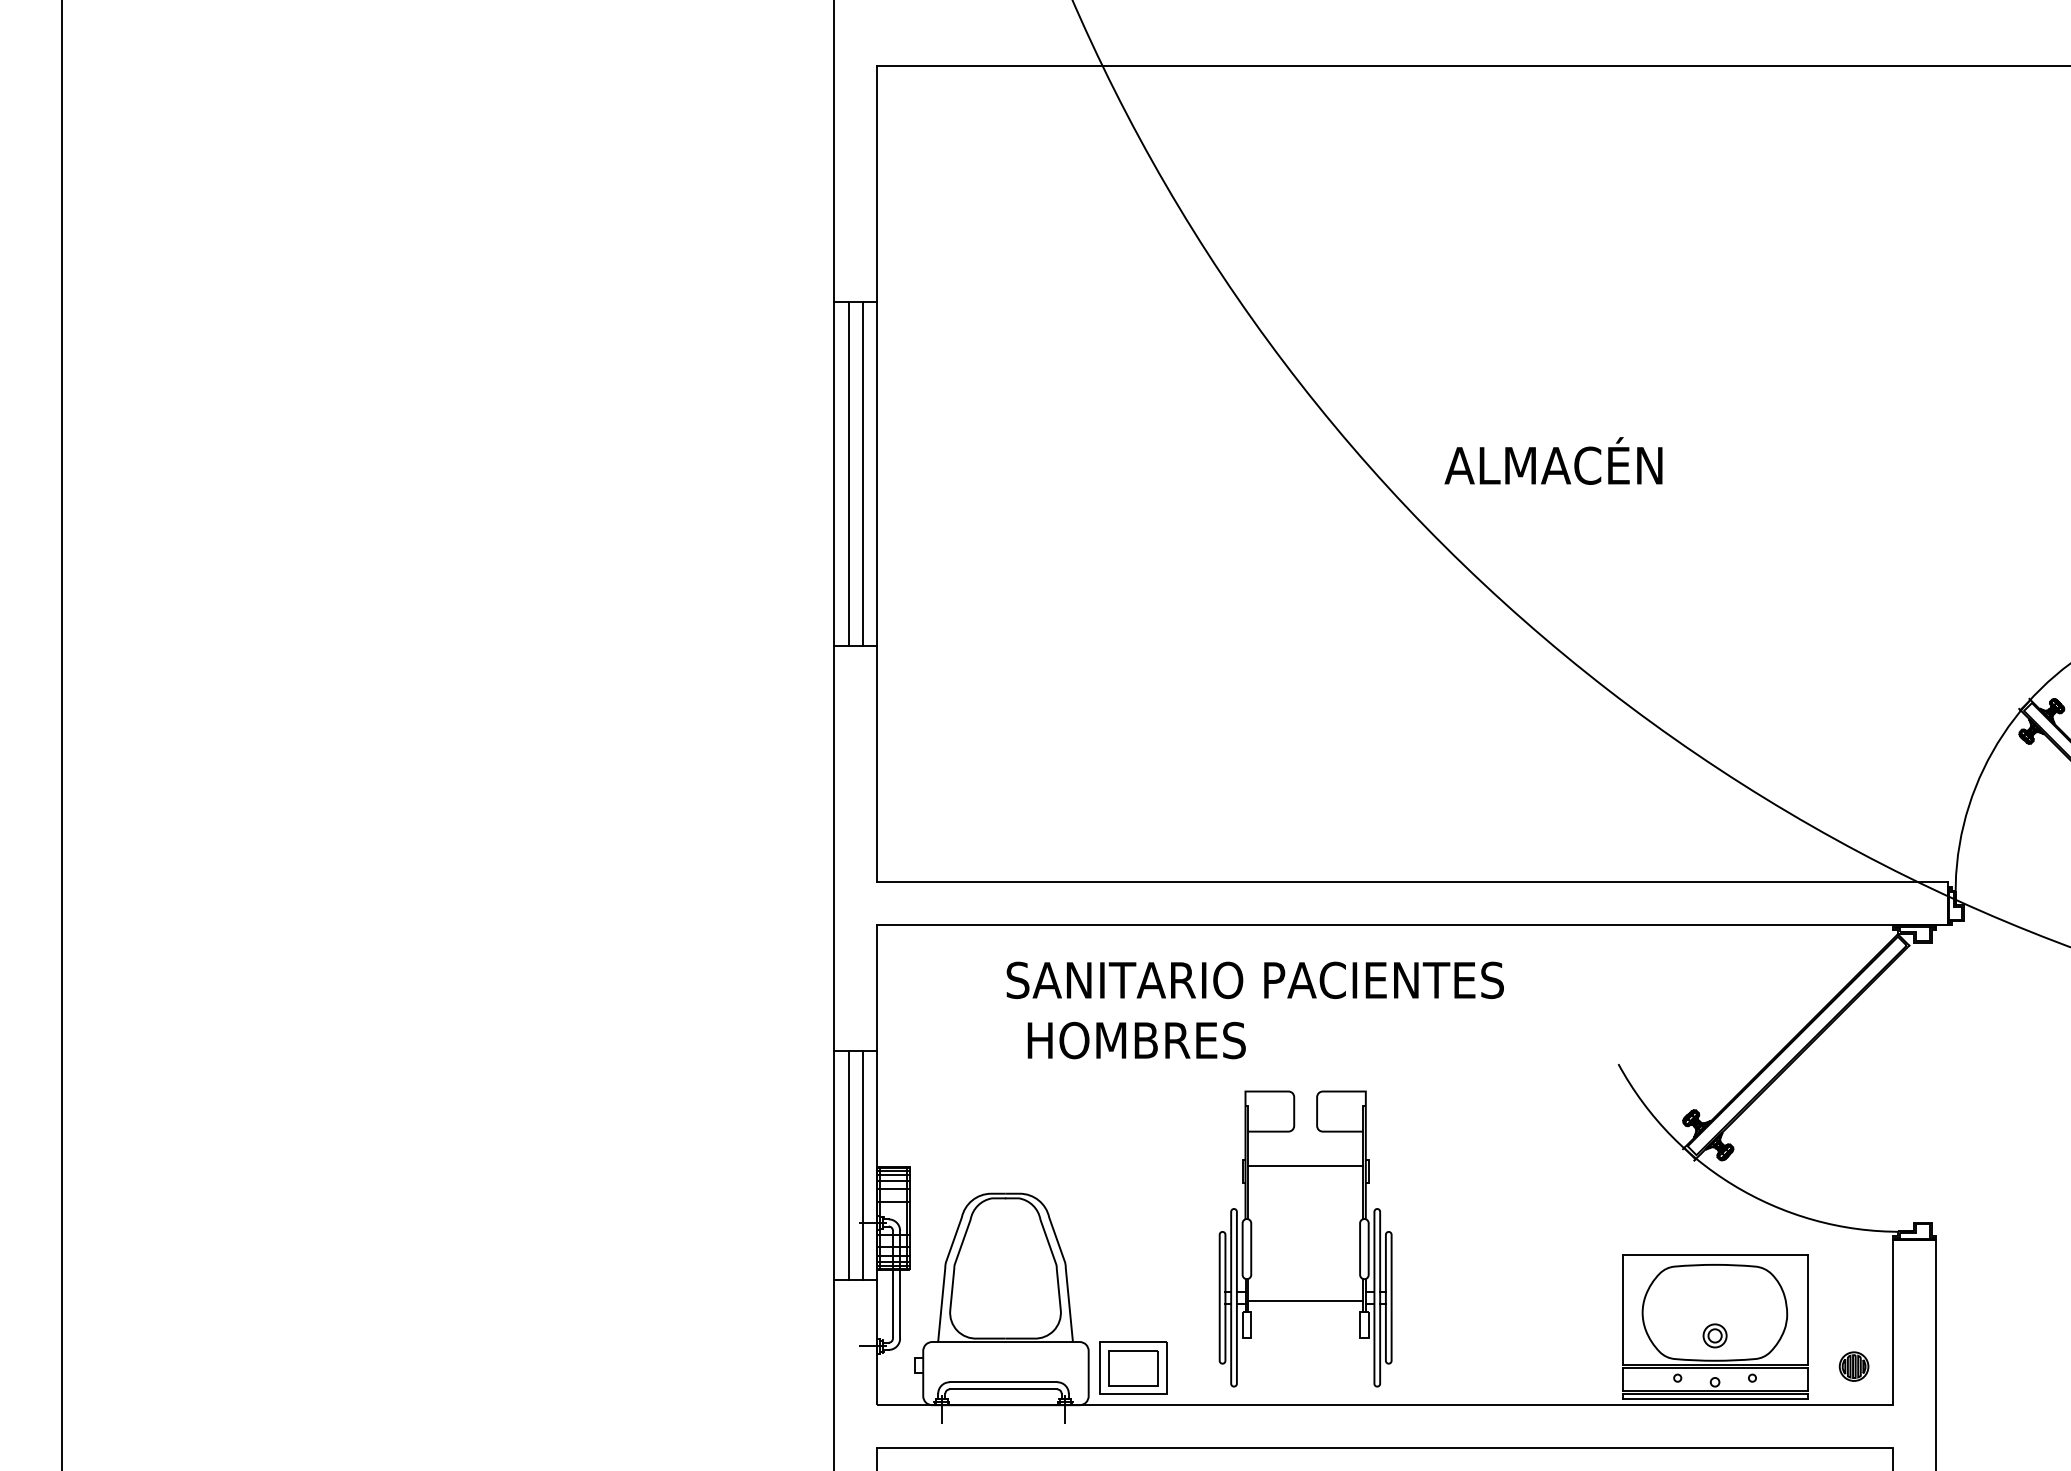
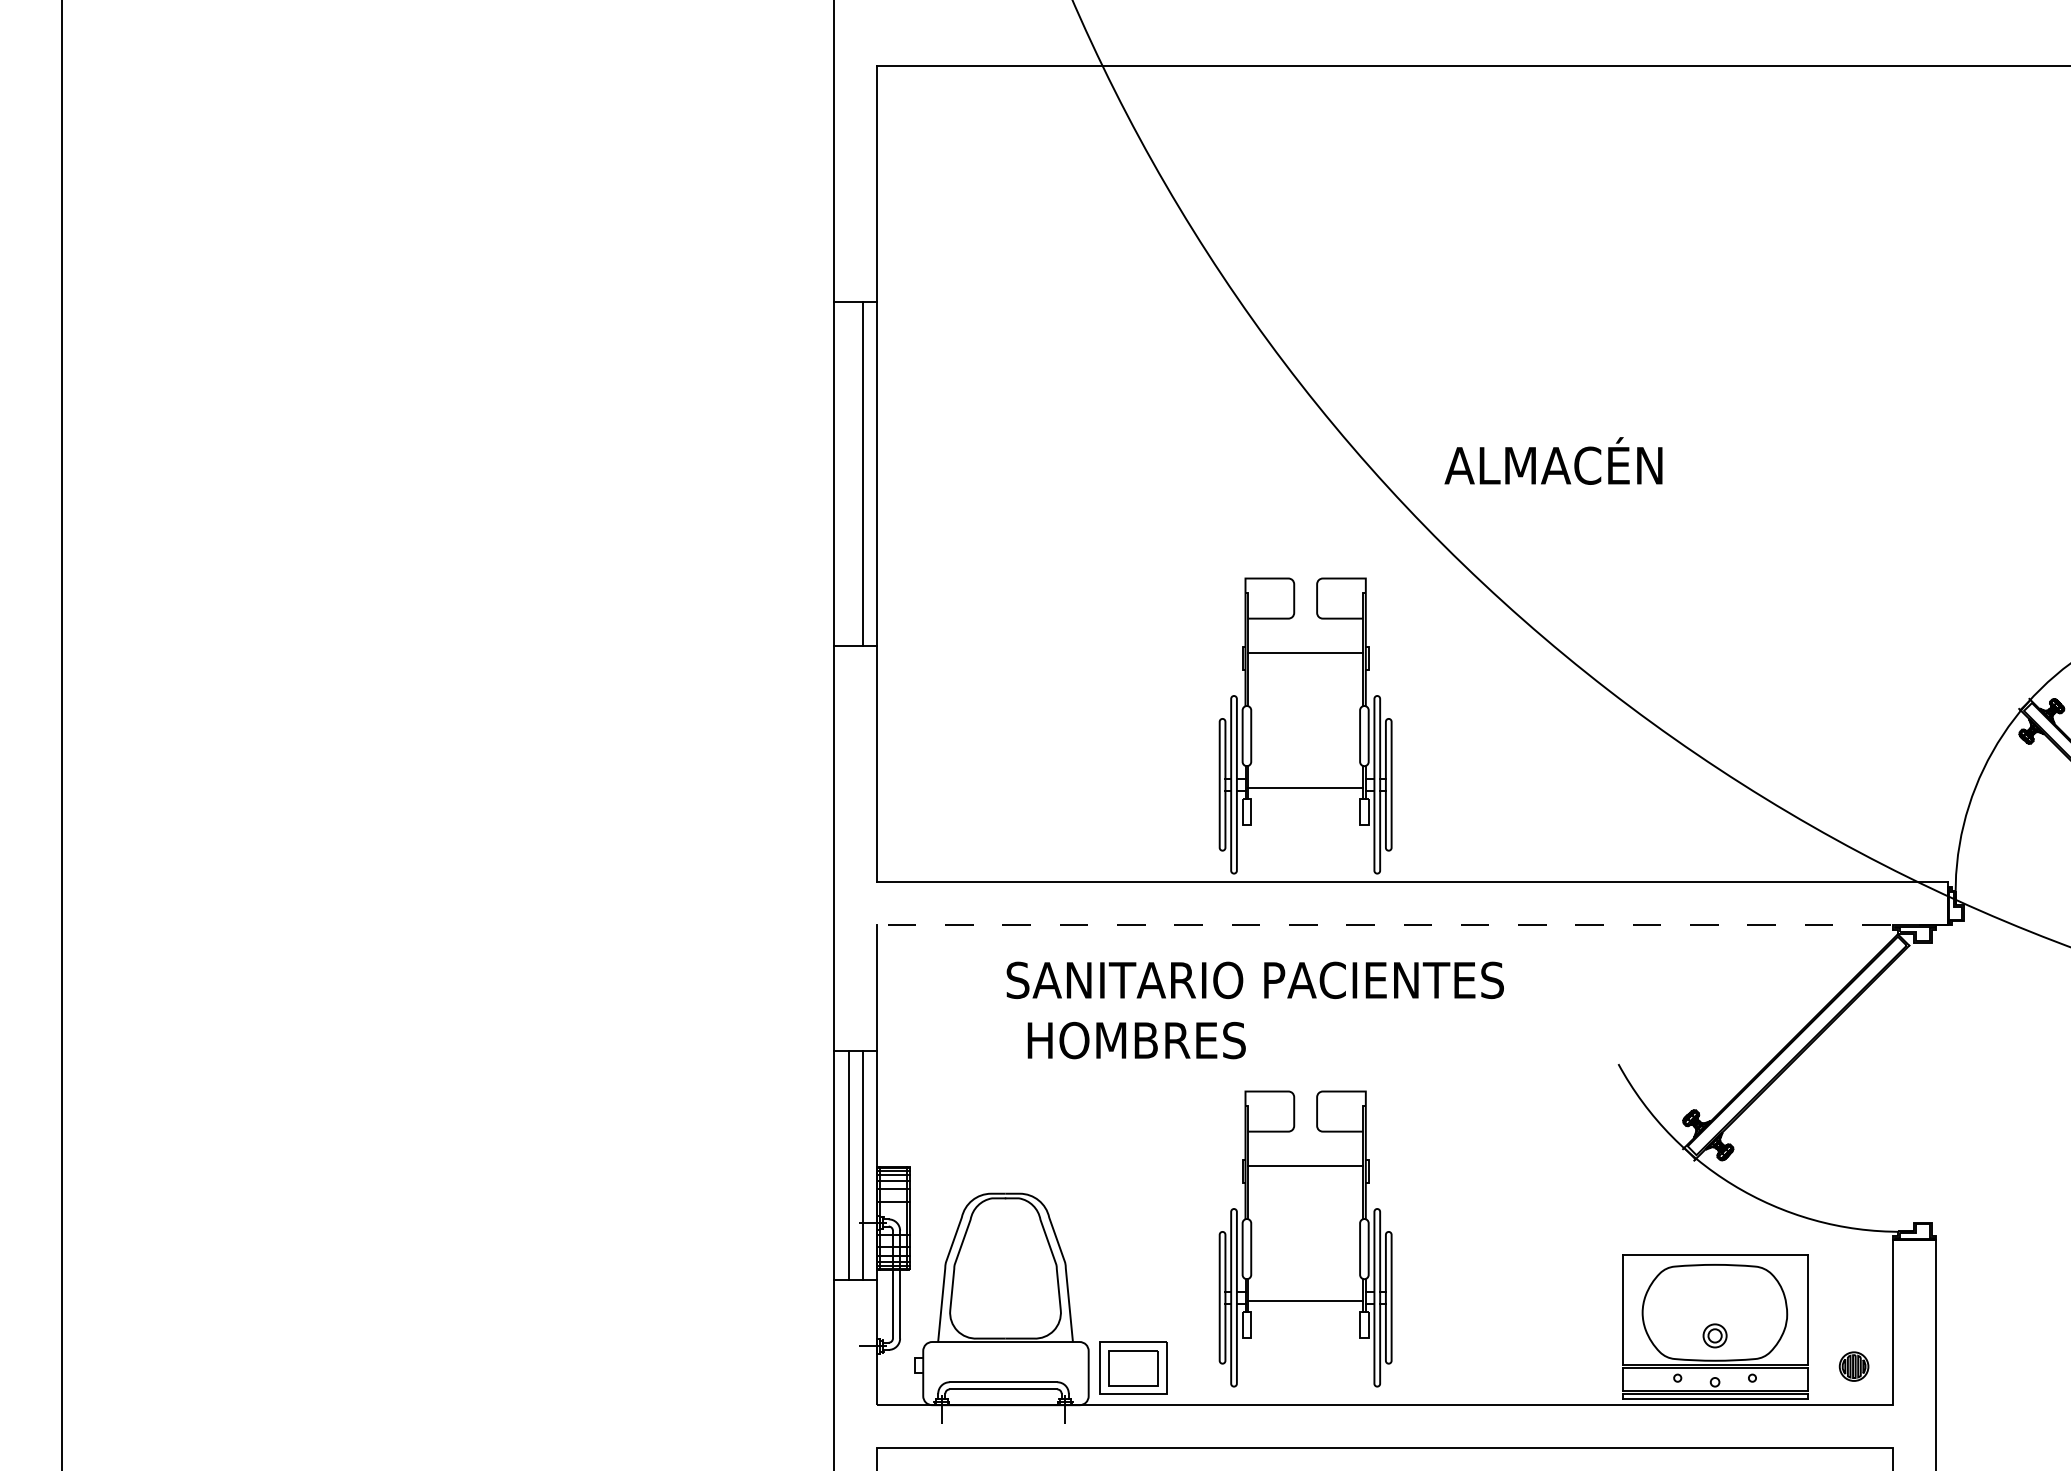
line at (848, 473): present -> none
part at (1305, 725): none -> present
line at (1412, 925): solid -> dashed
